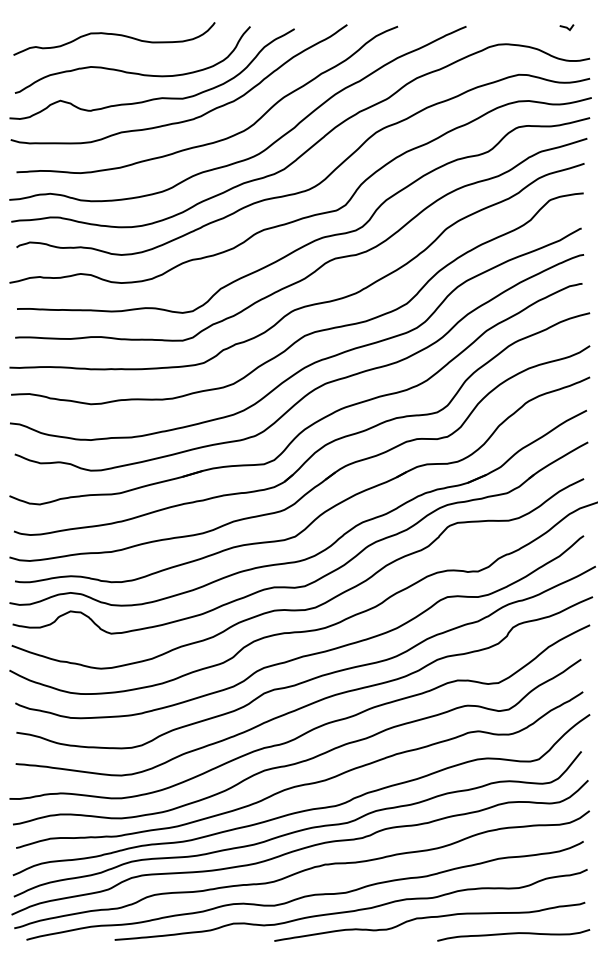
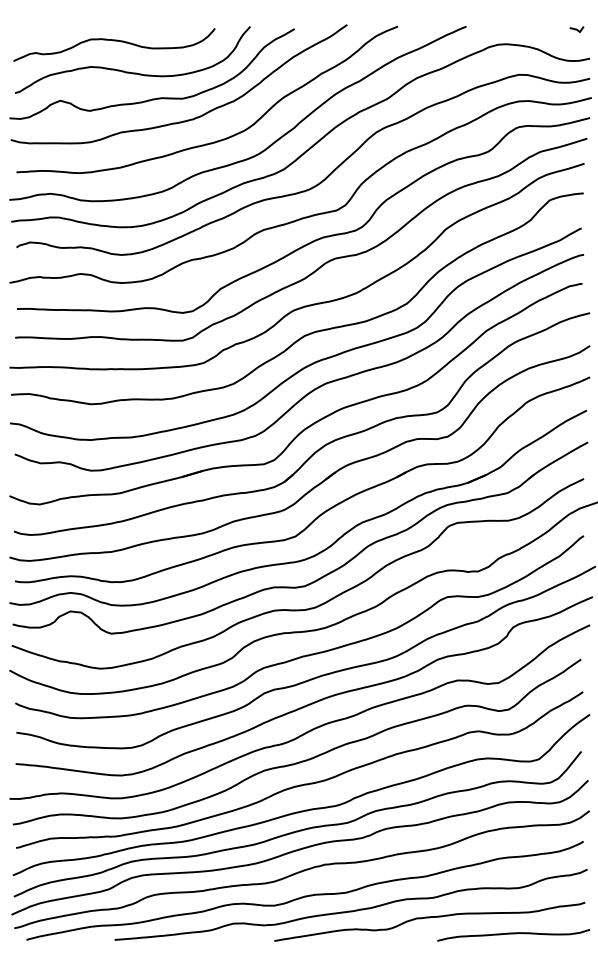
line at (566, 27) position: (566, 27) -> (576, 29)
curve at (114, 35) position: (114, 35) -> (114, 41)
